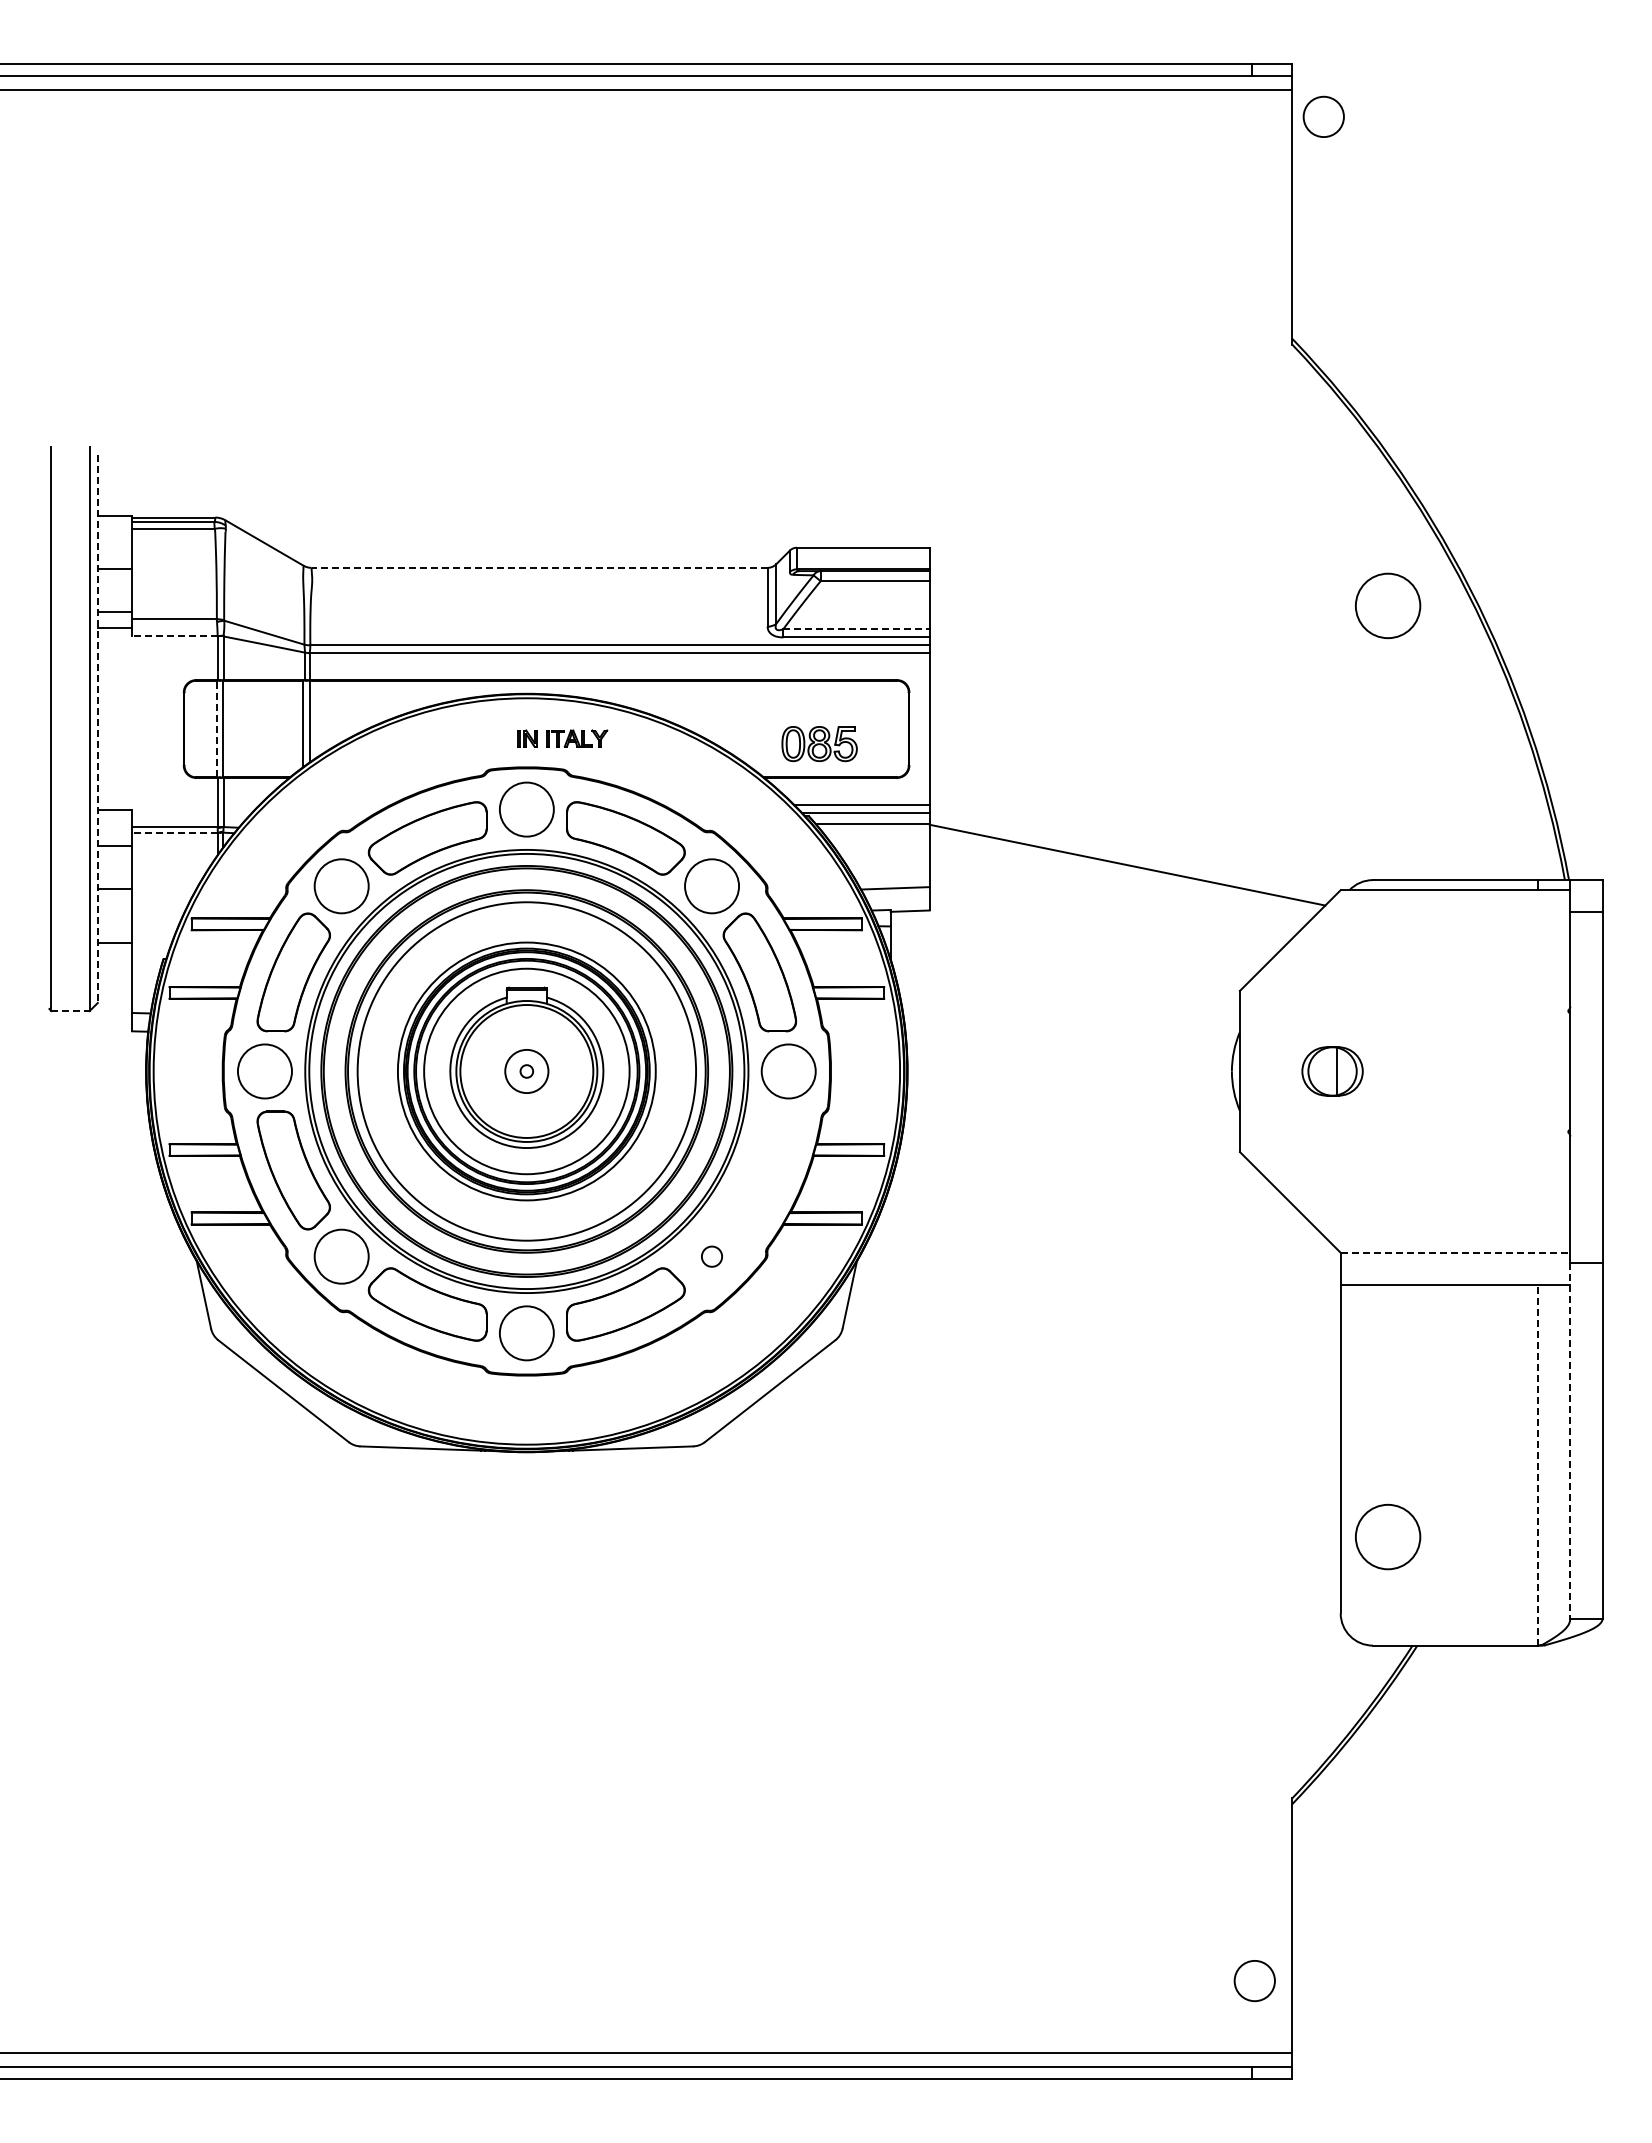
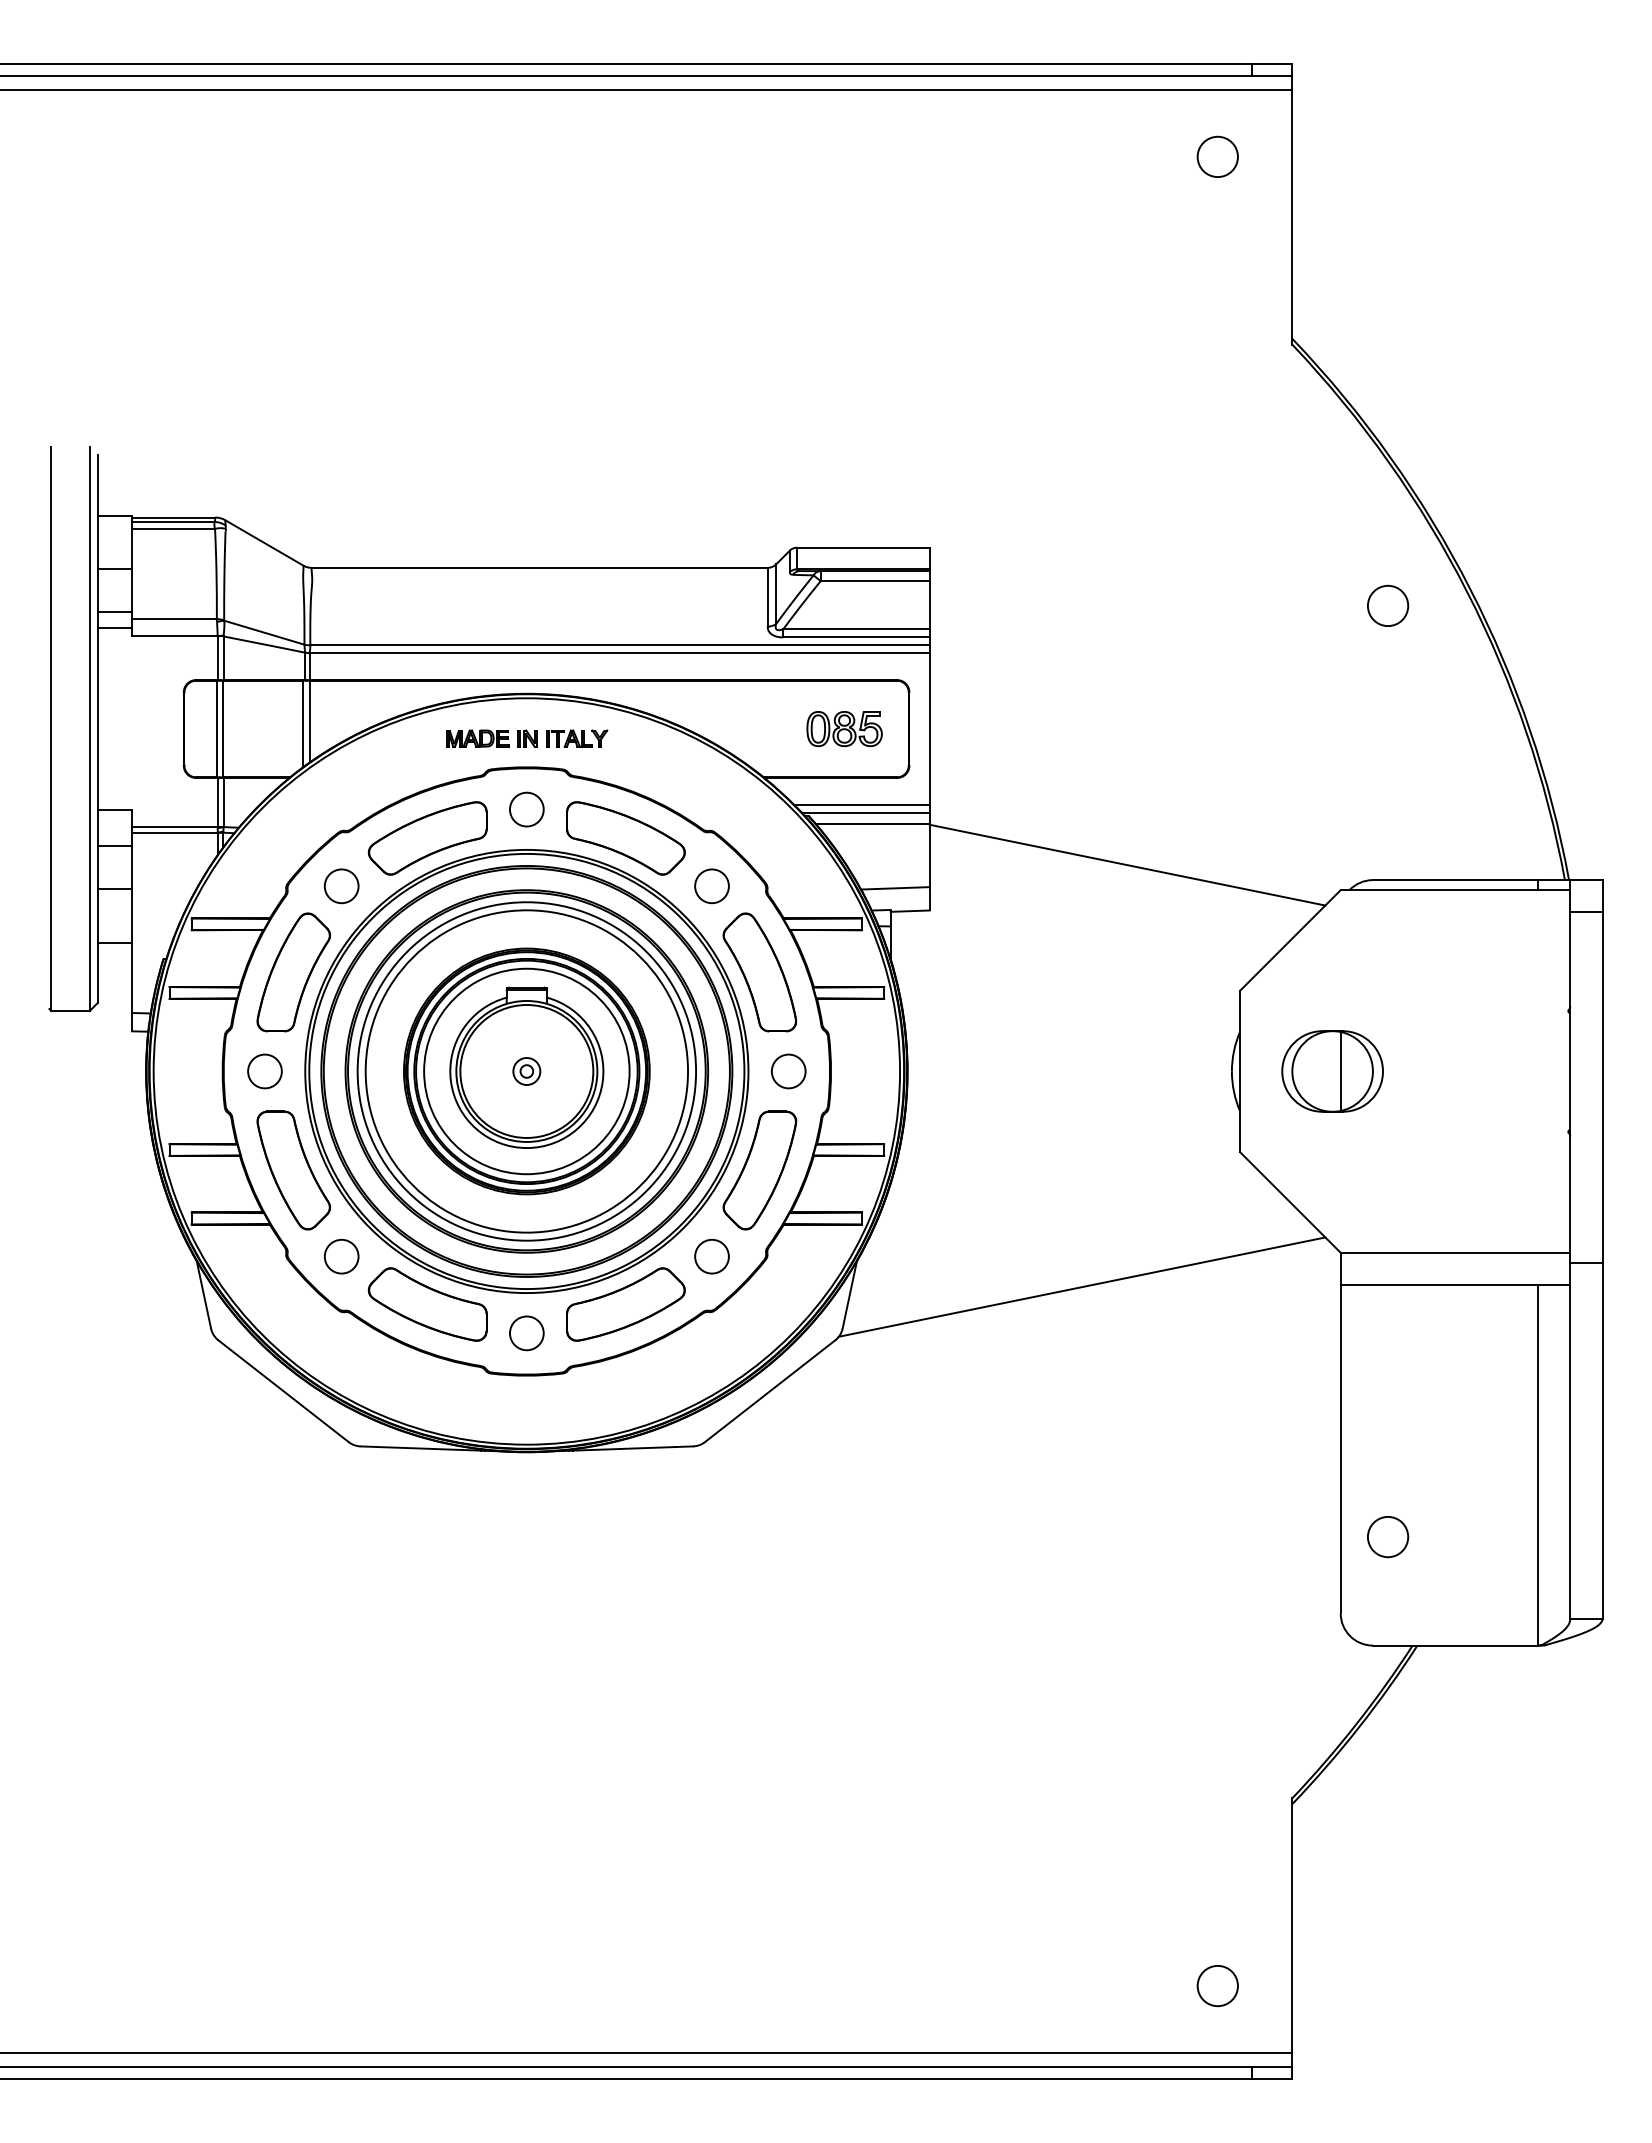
circle at (1323, 116) position: (1323, 116) -> (1217, 156)
line at (539, 567): dashed -> solid
circle at (1387, 605) diameter: 64 px -> 40 px
line at (857, 629): dashed -> solid
line at (174, 636): dashed -> solid
line at (216, 728): dashed -> solid
line at (97, 729): dashed -> solid
part at (477, 738): none -> present
part at (819, 744) position: (819, 744) -> (844, 729)
circle at (526, 809) diameter: 54 px -> 34 px
line at (174, 832): dashed -> solid
circle at (341, 886) diameter: 54 px -> 34 px
circle at (712, 886) diameter: 54 px -> 34 px
line at (71, 1011): dashed -> solid
circle at (264, 1071) diameter: 54 px -> 34 px
circle at (526, 1071) diameter: 258 px -> 322 px
circle at (526, 1071) diameter: 43 px -> 27 px
circle at (788, 1071) diameter: 54 px -> 34 px
part at (1332, 1071) size: 63x51 px -> 103x83 px
part at (759, 1170): none -> present
line at (1455, 1252): dashed -> solid
circle at (341, 1256) diameter: 54 px -> 34 px
circle at (711, 1256) diameter: 20 px -> 34 px
line at (1081, 1286): none -> present
circle at (526, 1333) diameter: 54 px -> 34 px
line at (1570, 1440): dashed -> solid
line at (1538, 1464): dashed -> solid
circle at (1387, 1536) diameter: 64 px -> 40 px
circle at (1254, 1981) position: (1254, 1981) -> (1217, 1986)
